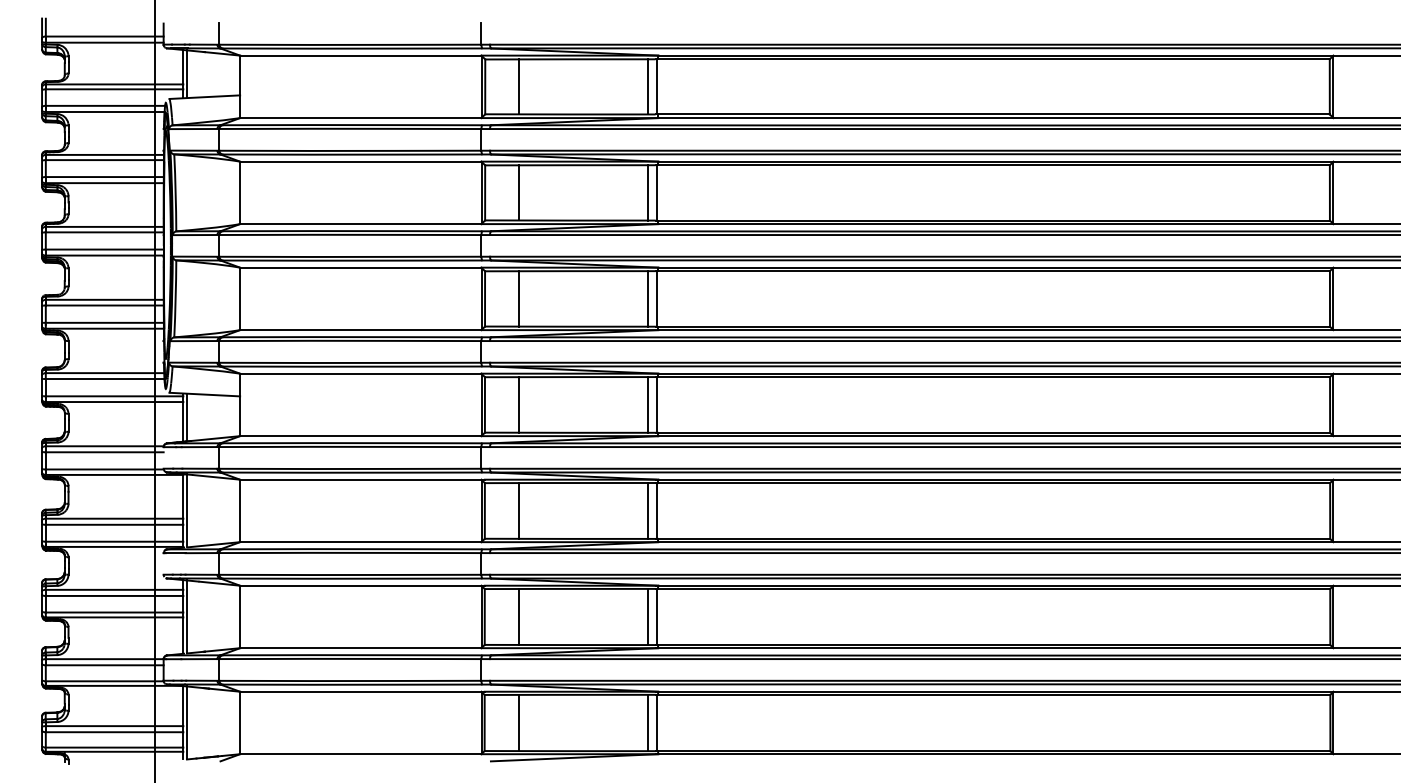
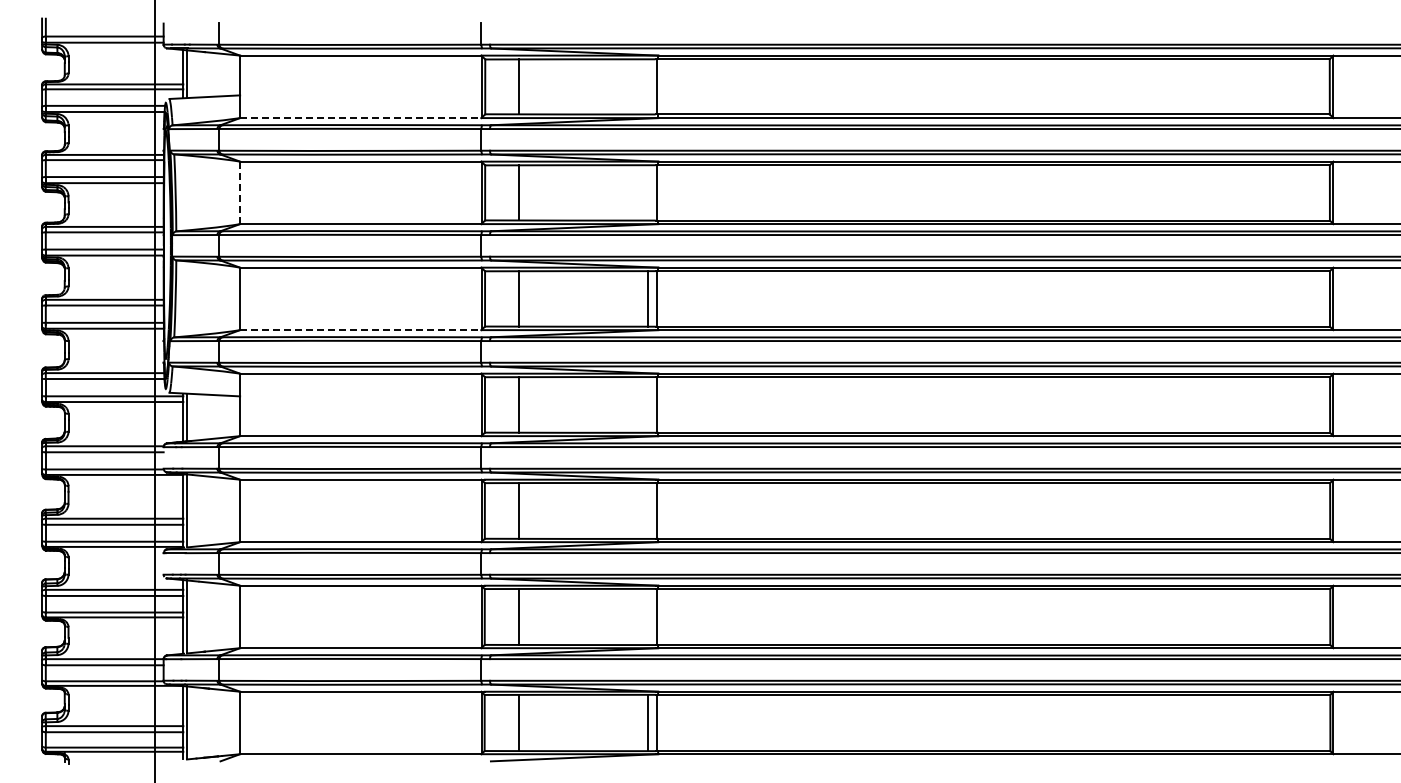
line at (647, 86): present -> none
line at (360, 118): solid -> dashed
line at (240, 192): solid -> dashed
line at (647, 192): present -> none
line at (360, 330): solid -> dashed
line at (647, 404): present -> none
line at (647, 510): present -> none
line at (647, 616): present -> none
